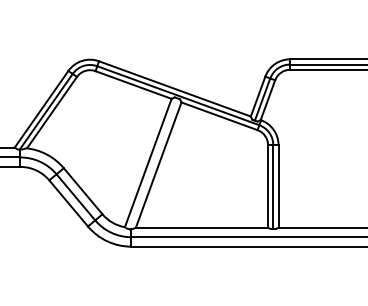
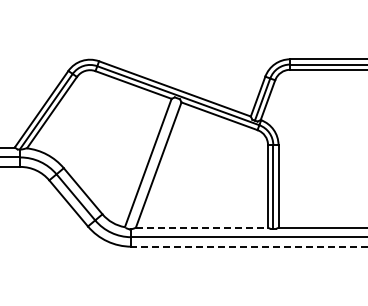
line at (202, 227): solid -> dashed
line at (249, 246): solid -> dashed
